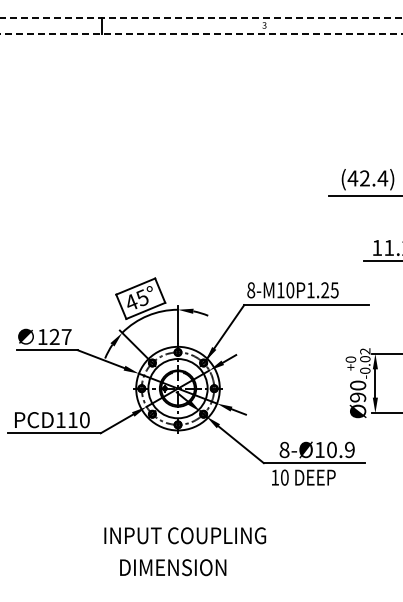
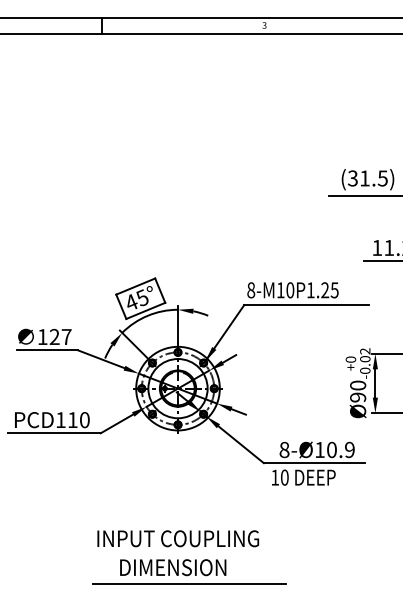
line at (201, 18): dashed -> solid
line at (201, 34): dashed -> solid
text at (367, 178): (42.4) -> (31.5)
text at (185, 535) position: (185, 535) -> (178, 538)
line at (189, 583): none -> present
